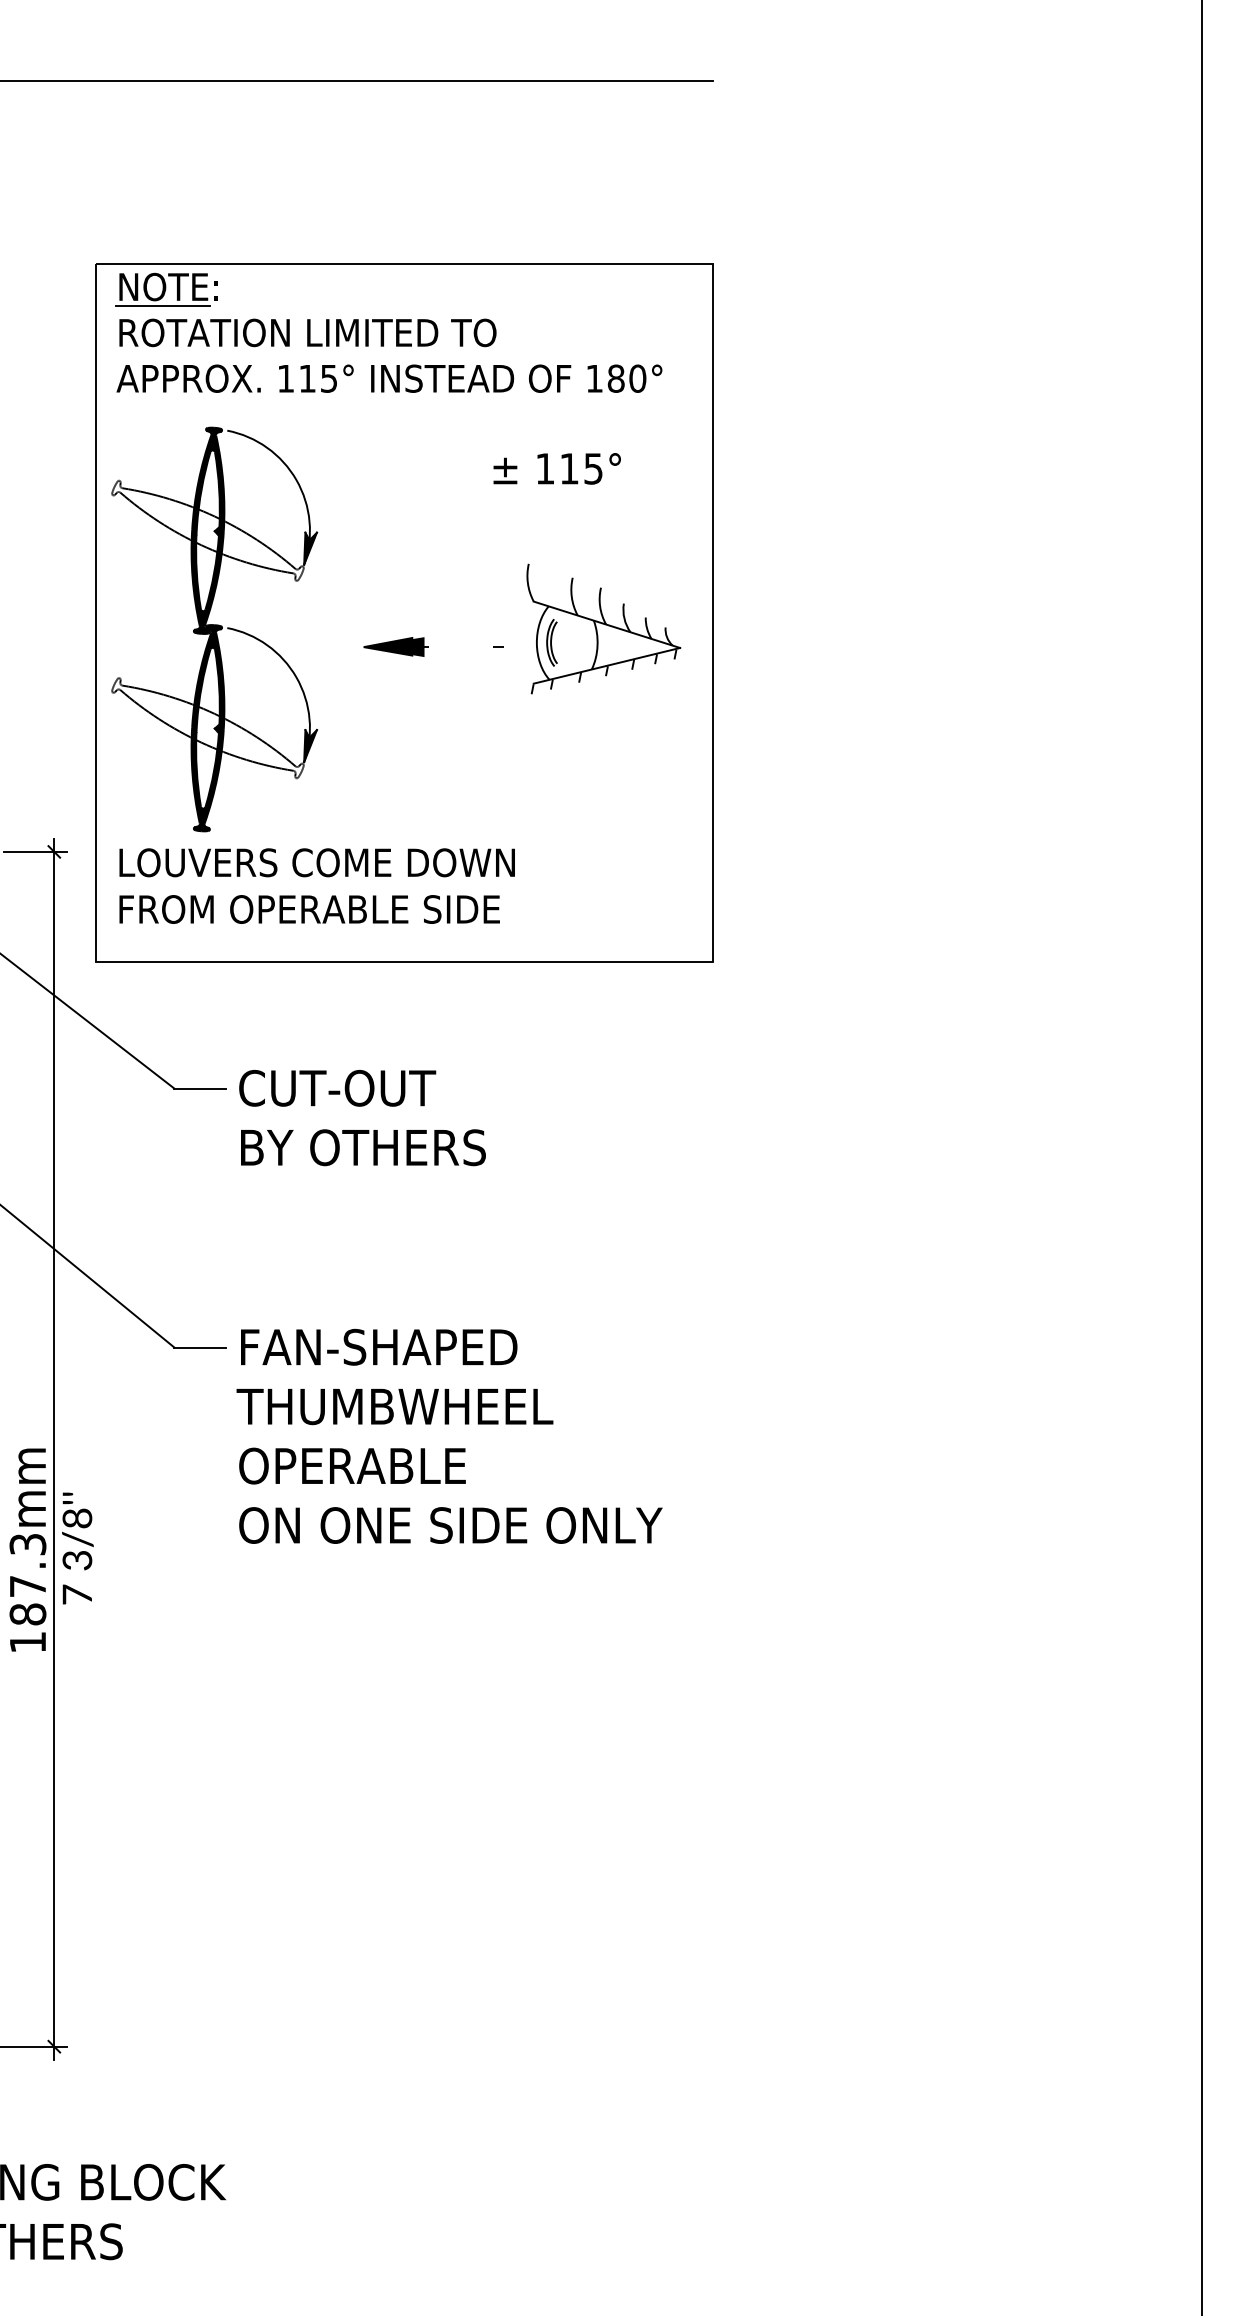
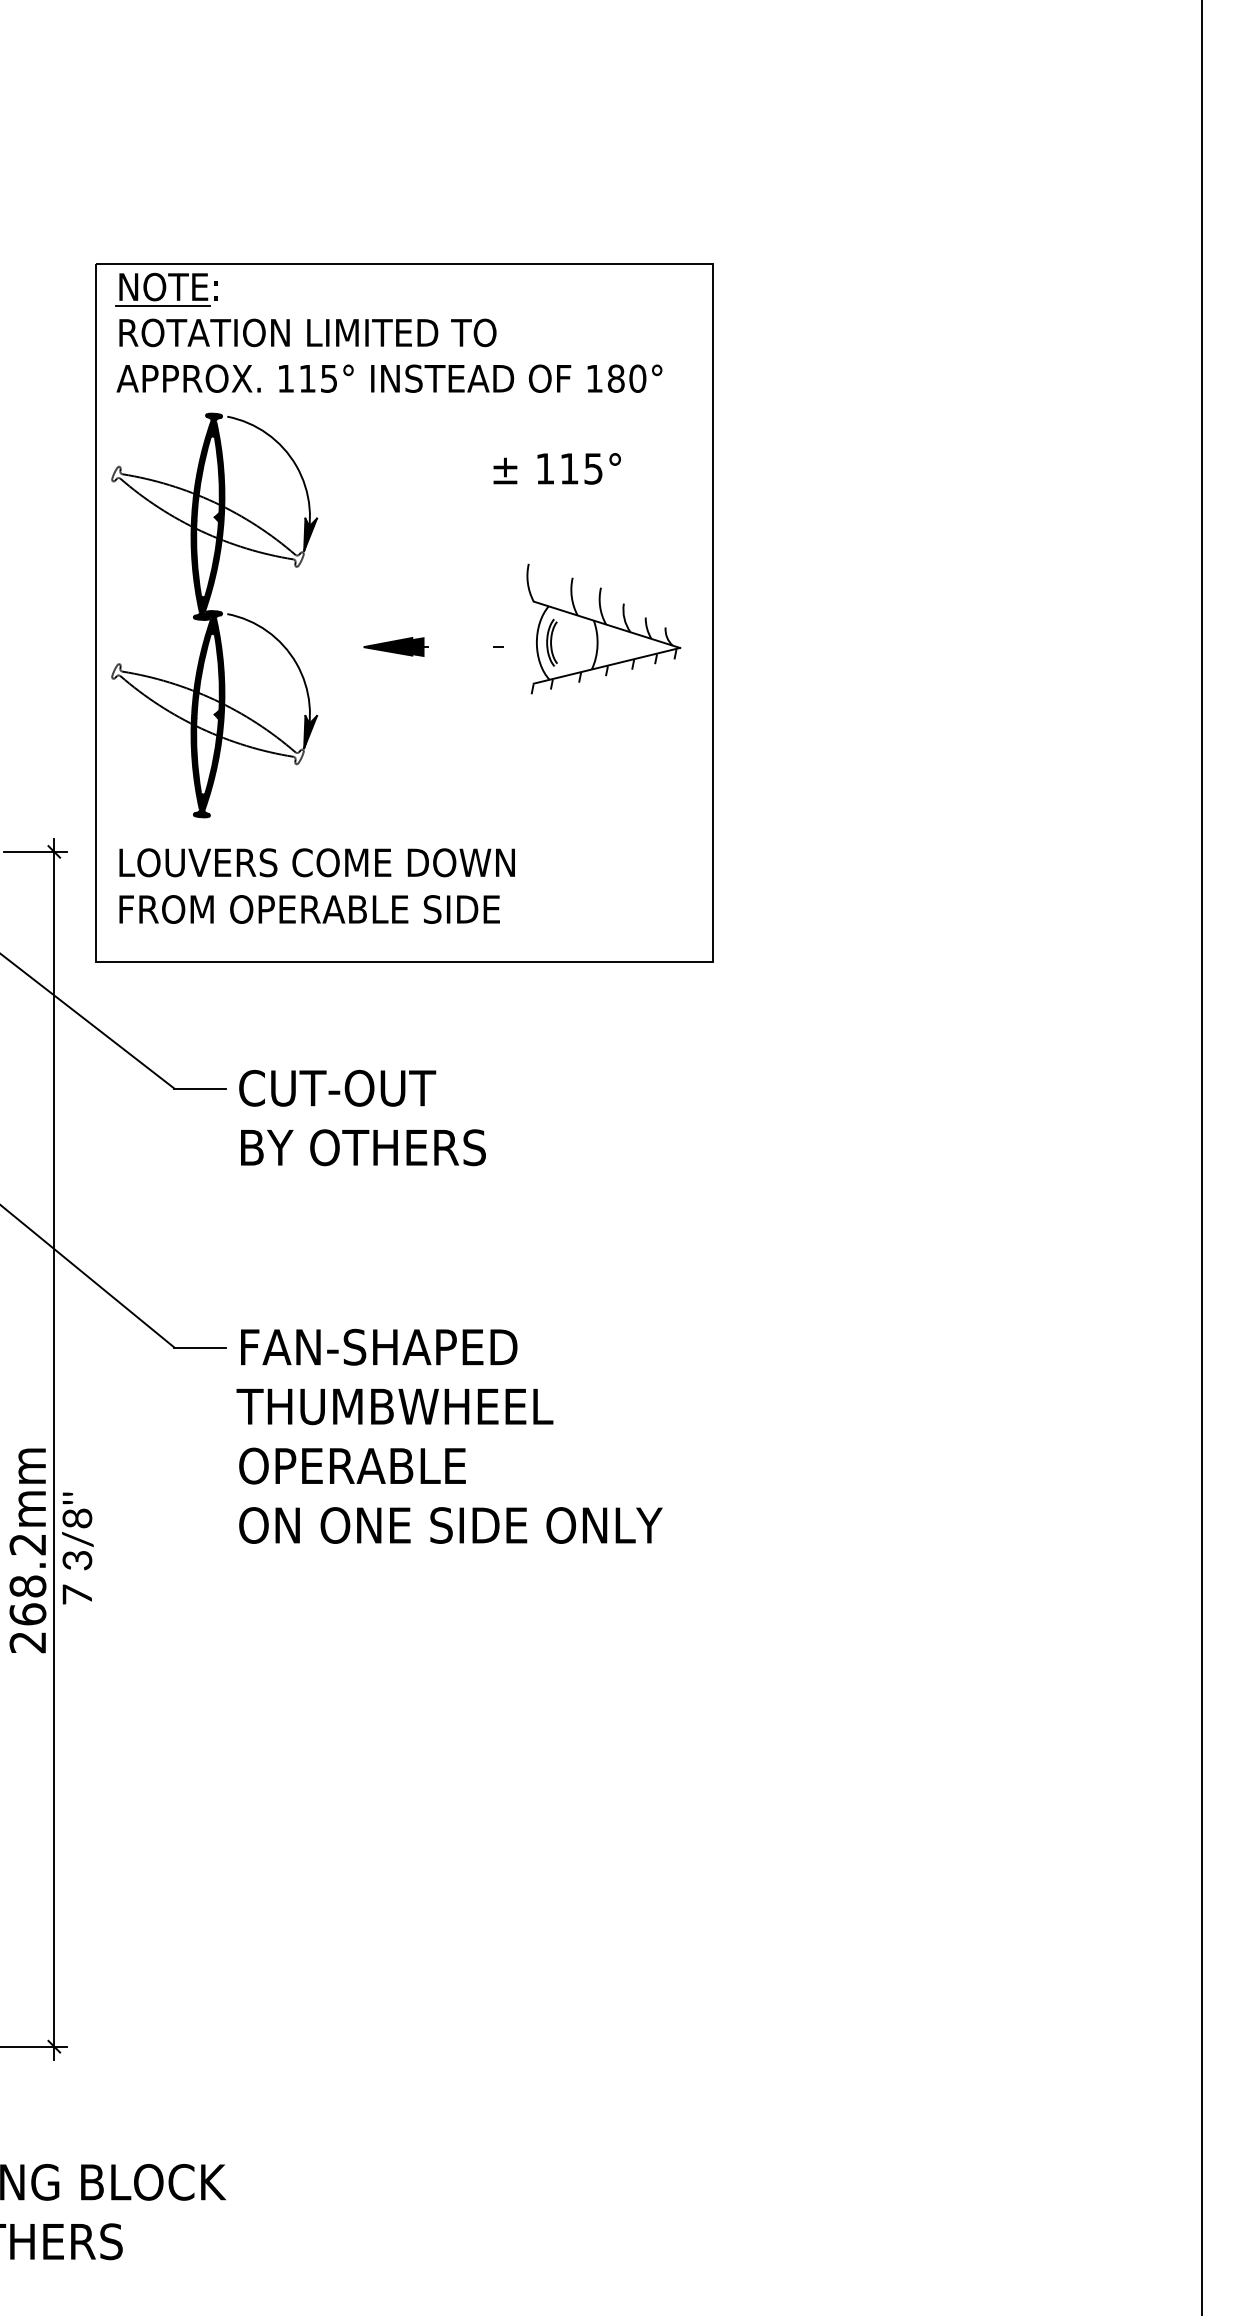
line at (357, 80): present -> none
part at (214, 629) position: (214, 629) -> (214, 615)
text at (27, 1593): 187.3mm -> 268.2mm
